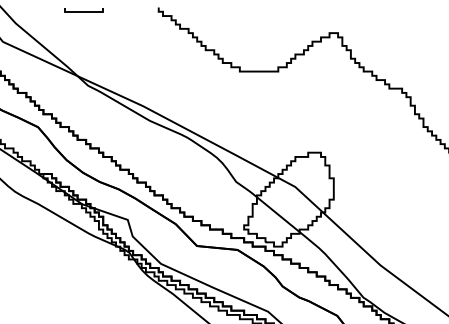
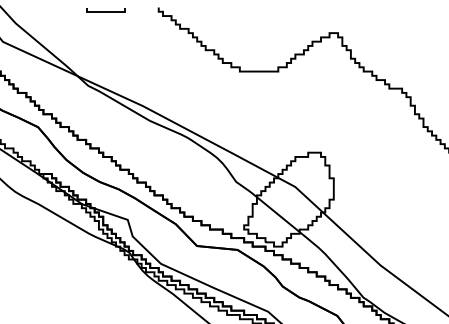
line at (83, 11) position: (83, 11) -> (105, 11)
